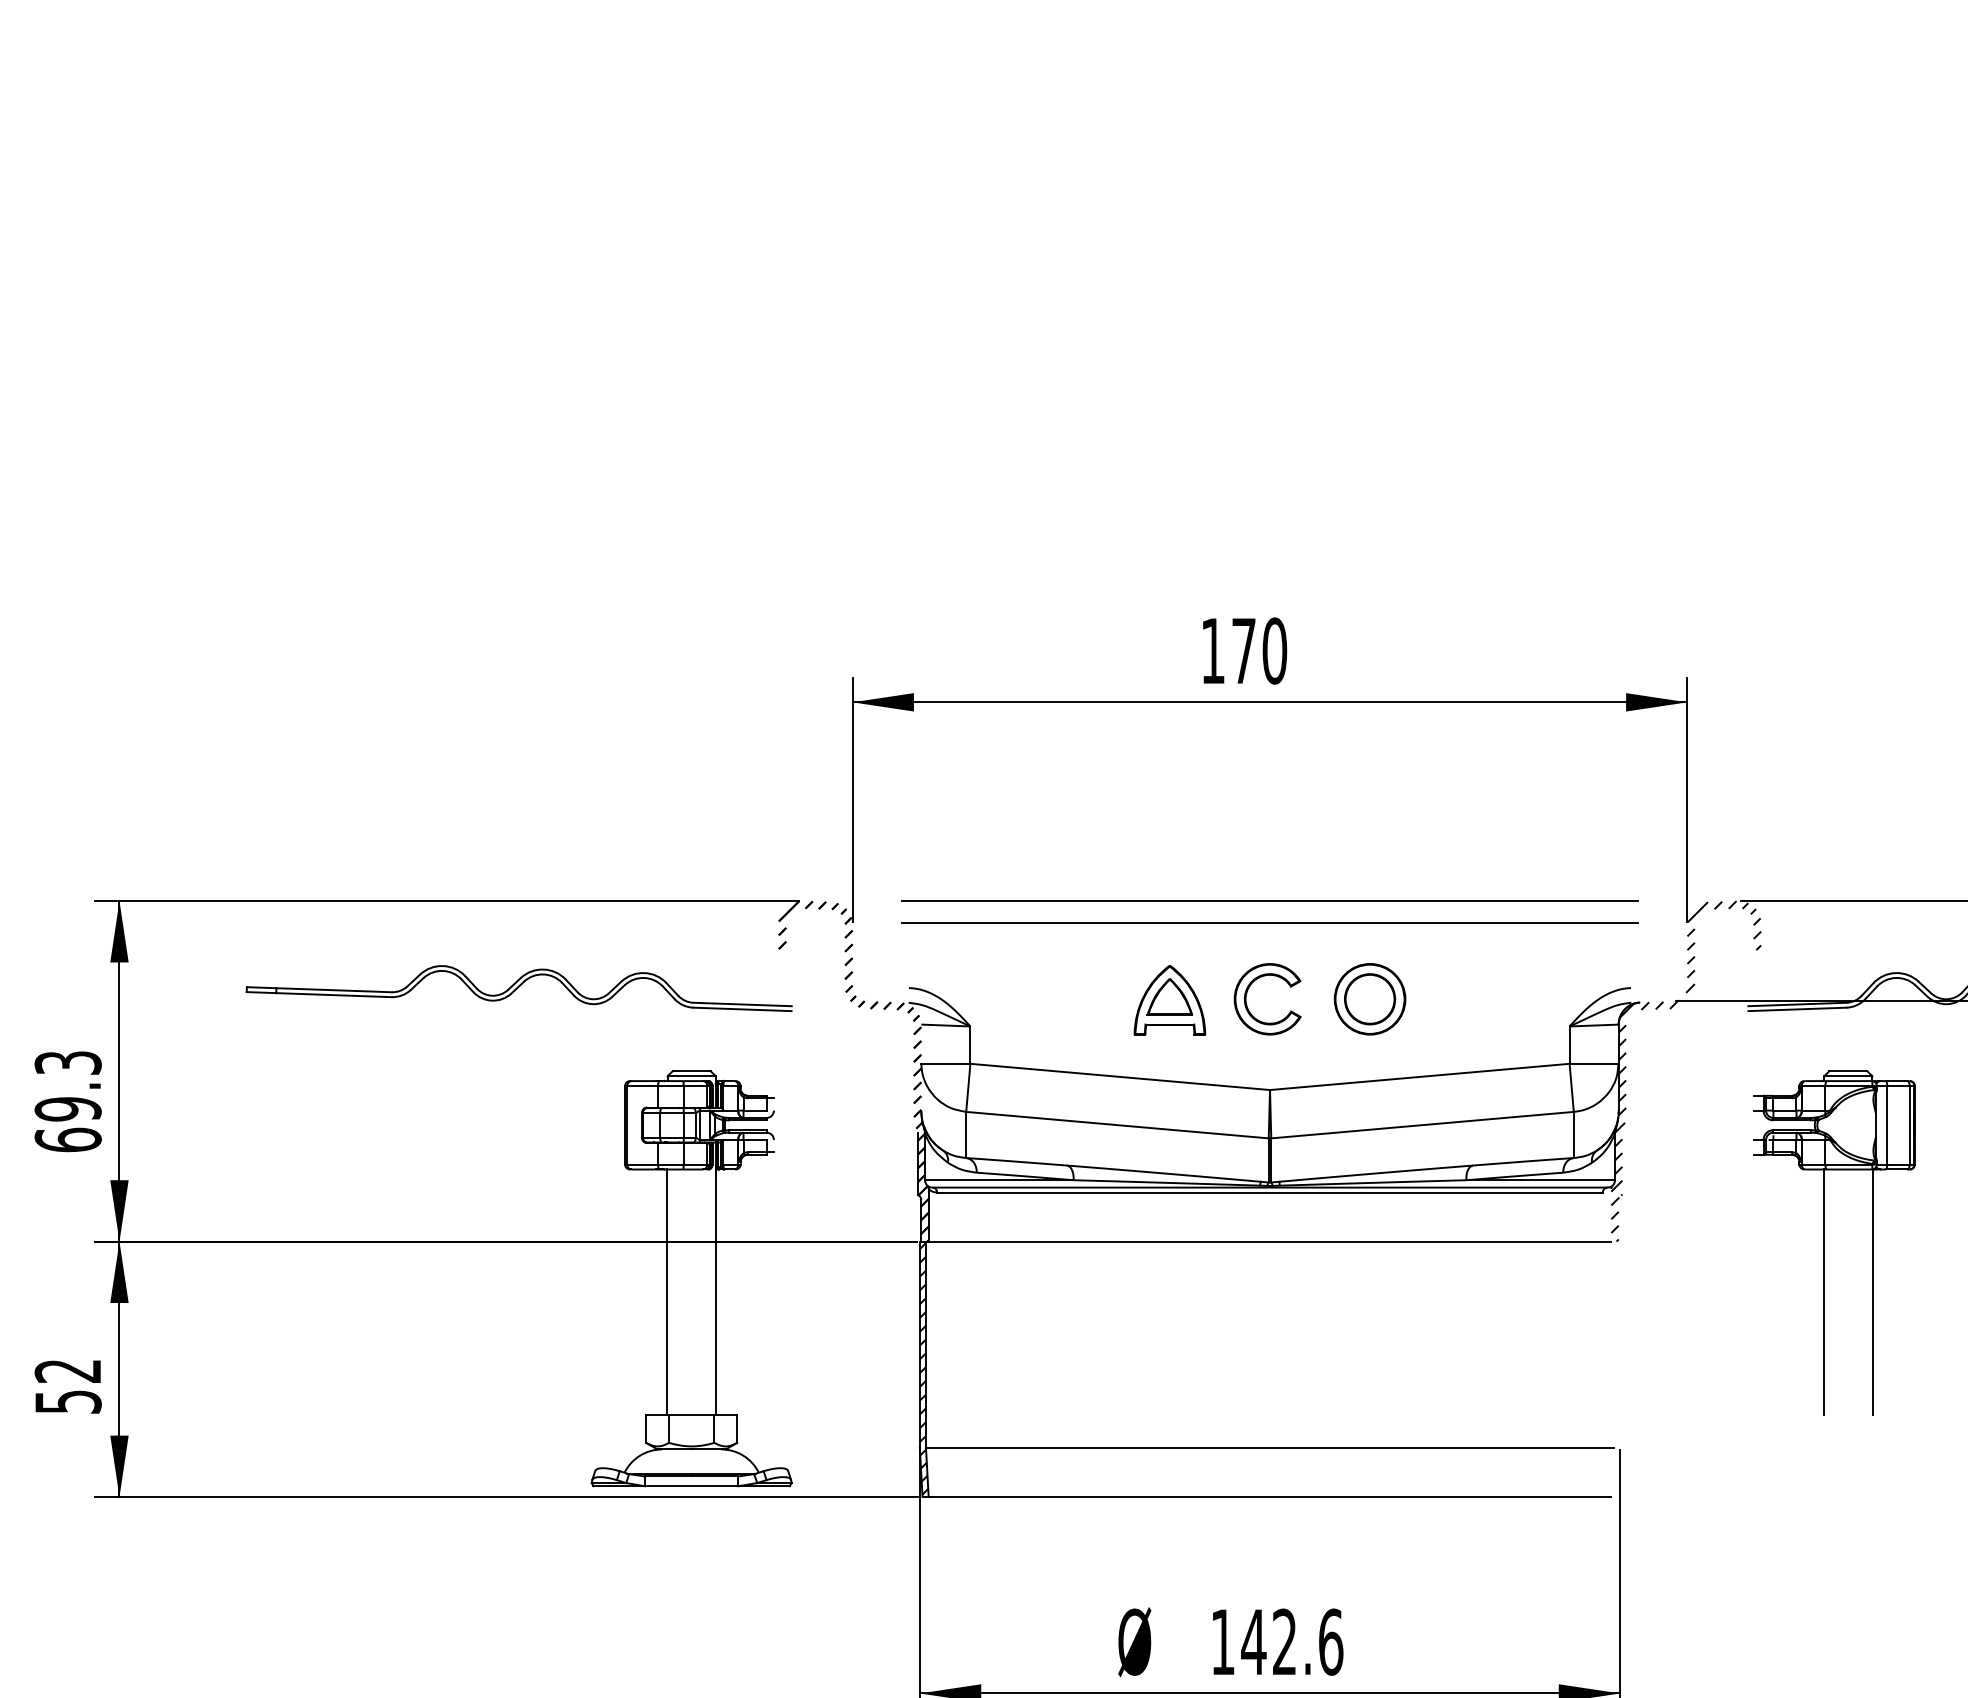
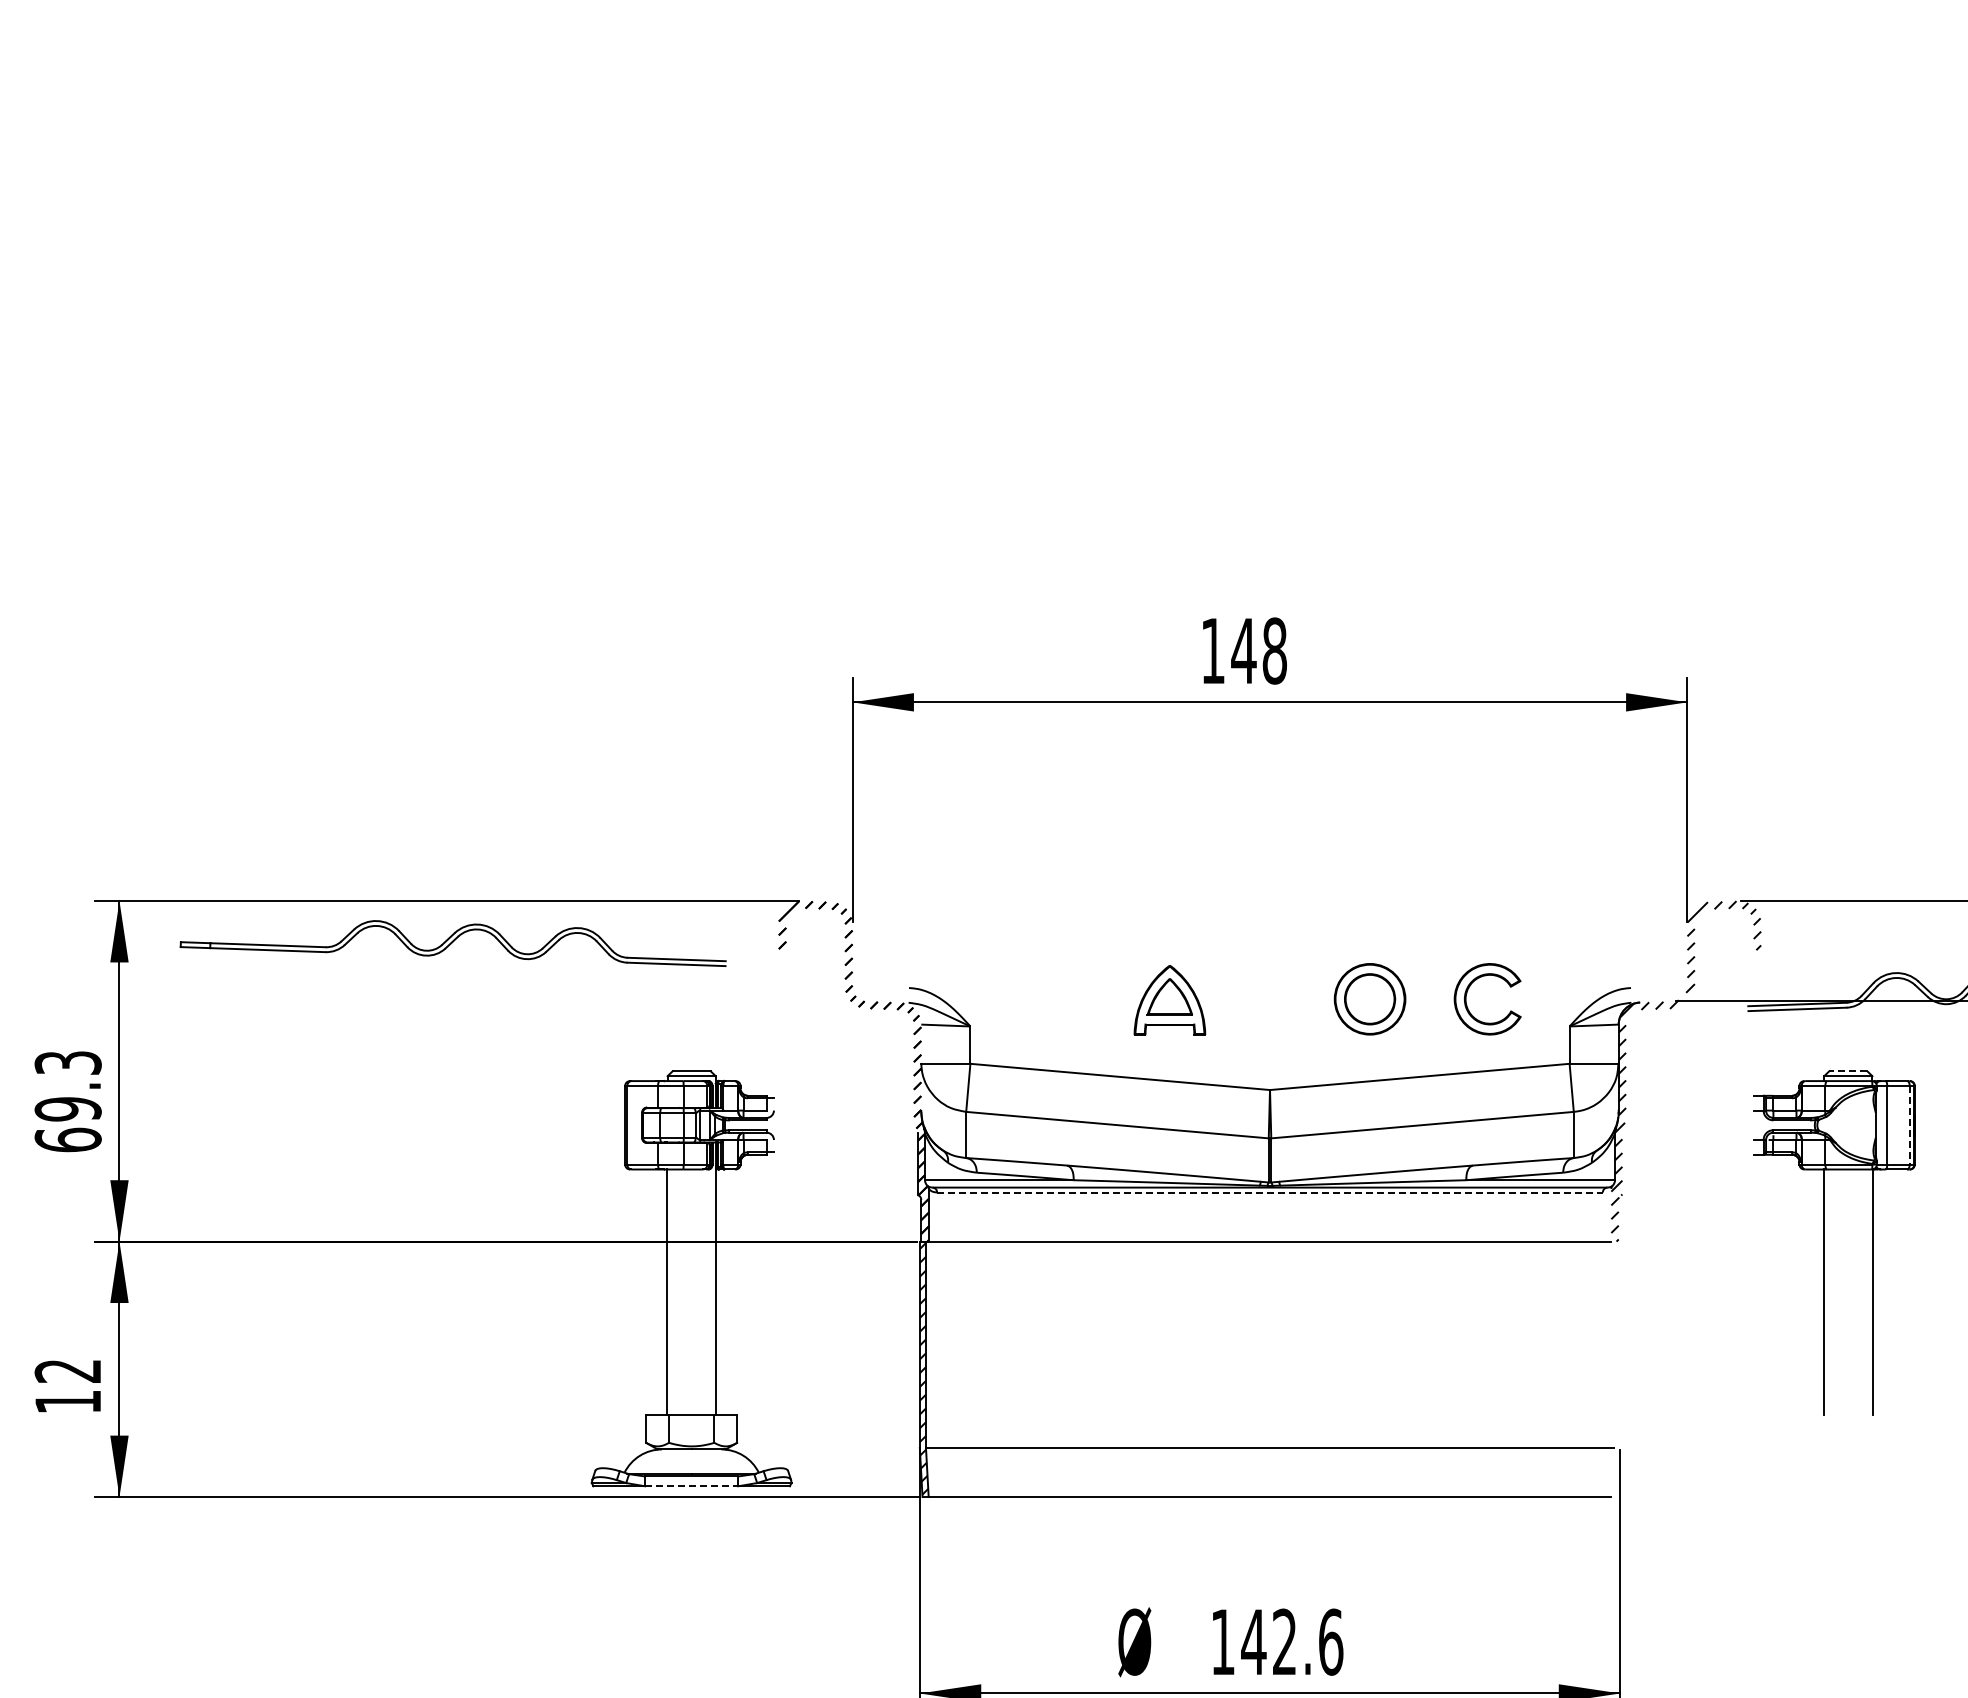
text at (1259, 650): 170 -> 148
line at (1269, 901): present -> none
line at (1269, 923): present -> none
part at (518, 988) position: (518, 988) -> (452, 943)
part at (1247, 1004) position: (1247, 1004) -> (1467, 1004)
line at (1847, 1071): solid -> dashed
line at (1909, 1125): solid -> dashed
line at (1270, 1192): solid -> dashed
text at (68, 1401): 52 -> 12
line at (691, 1486): solid -> dashed
